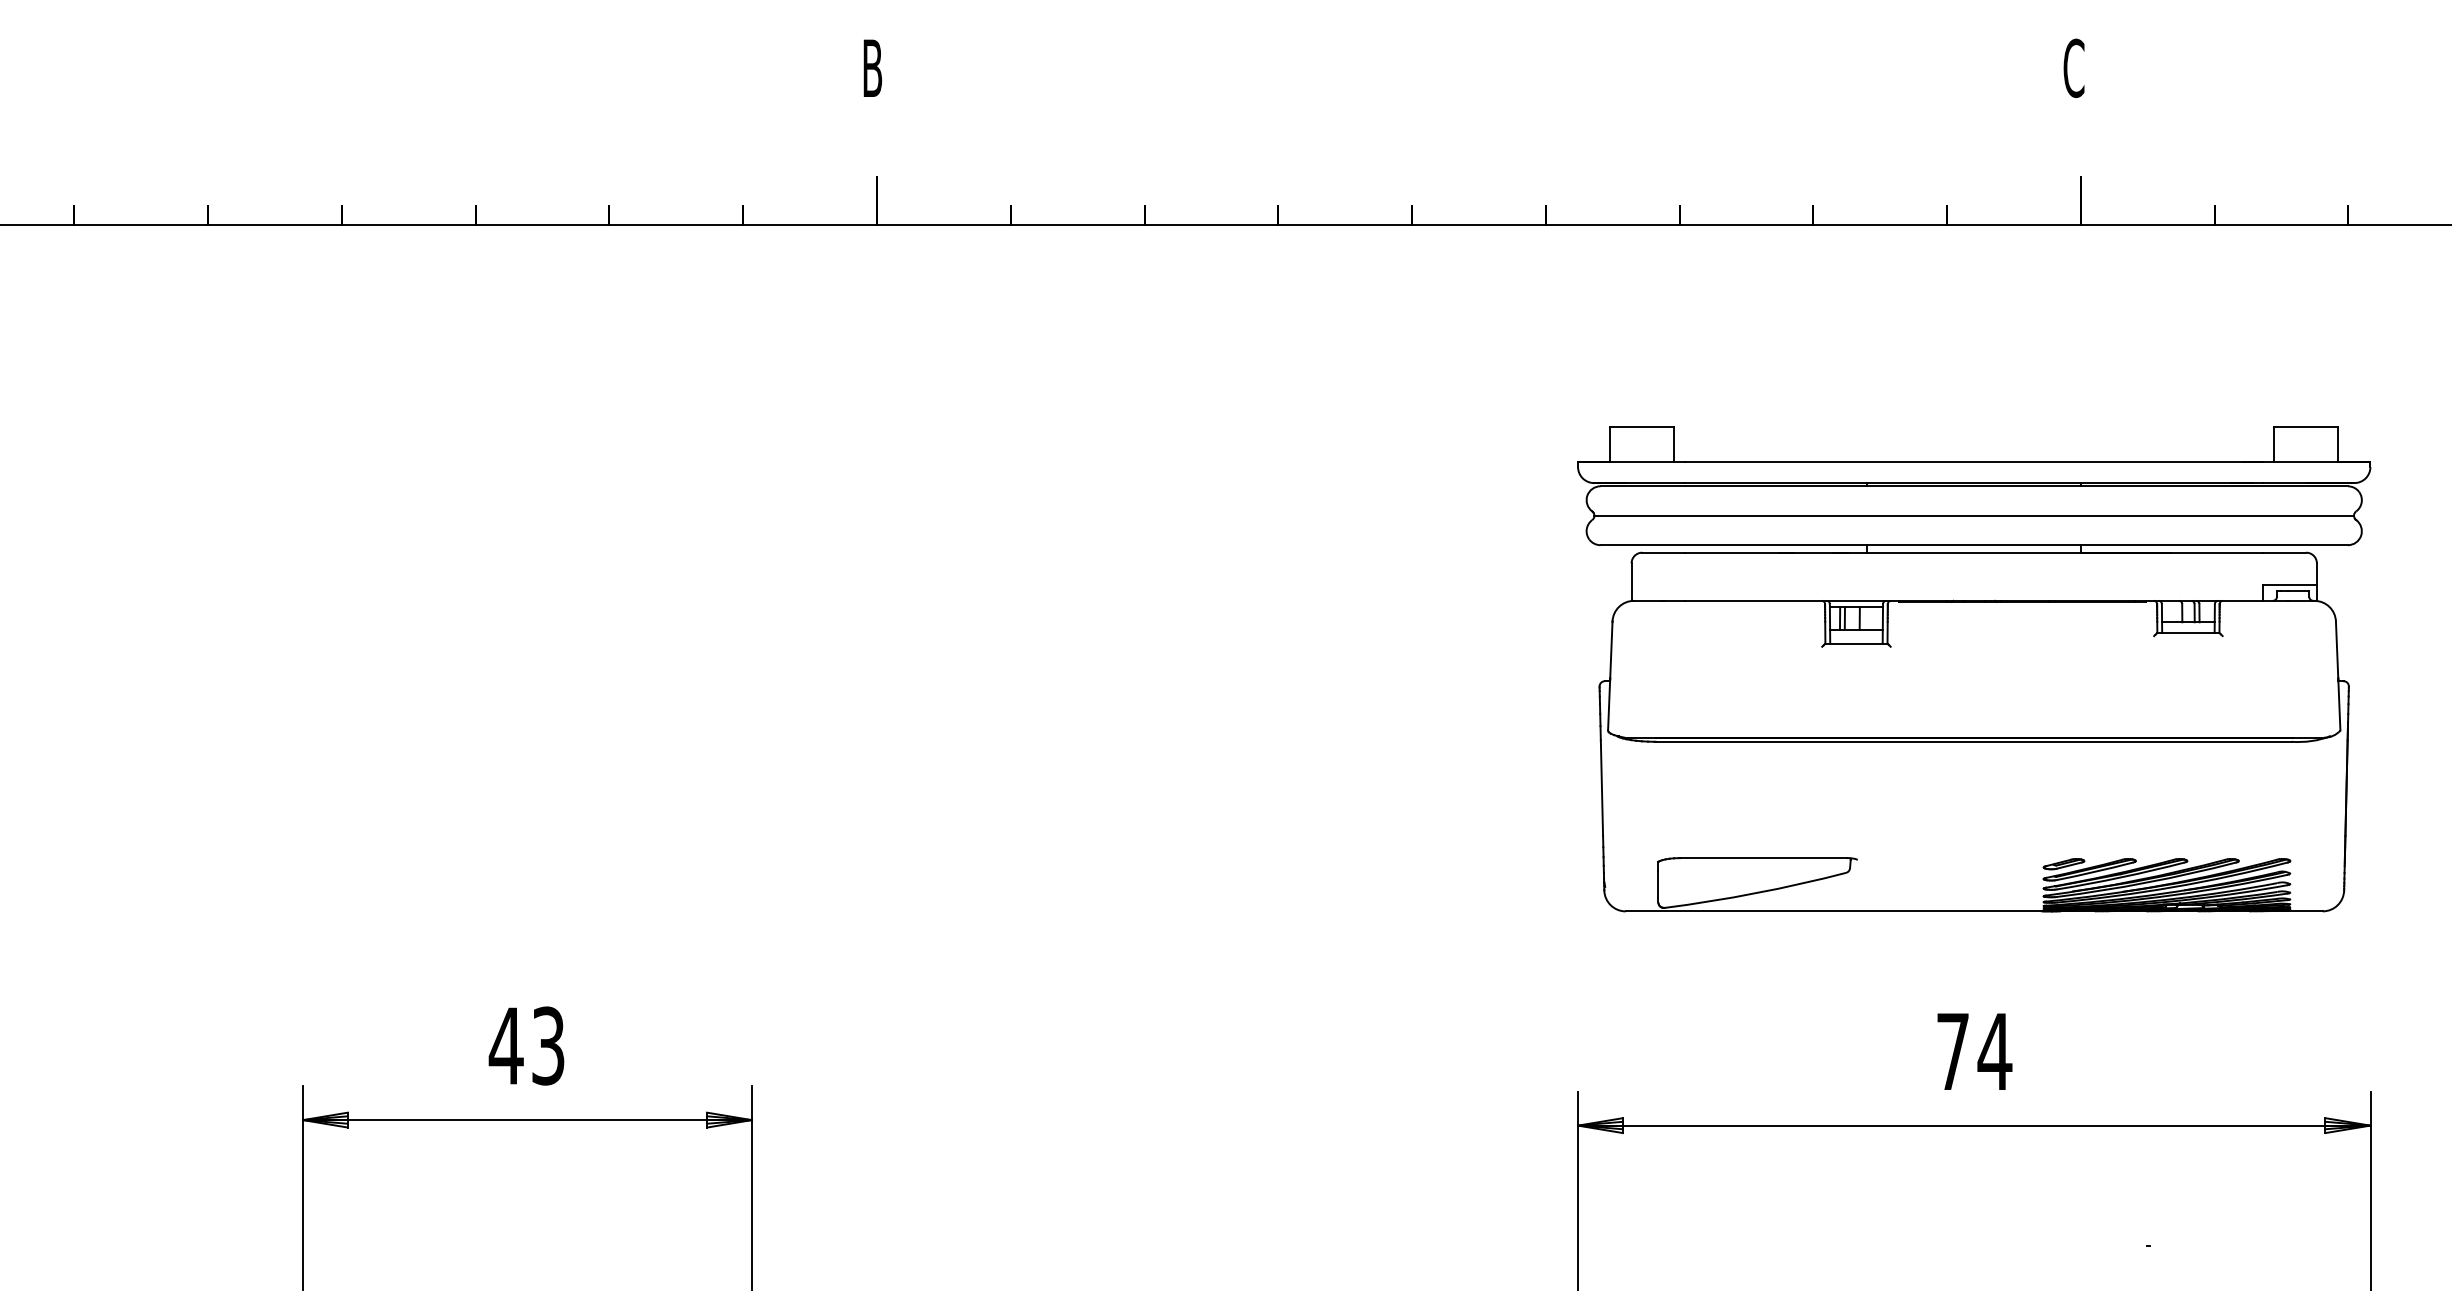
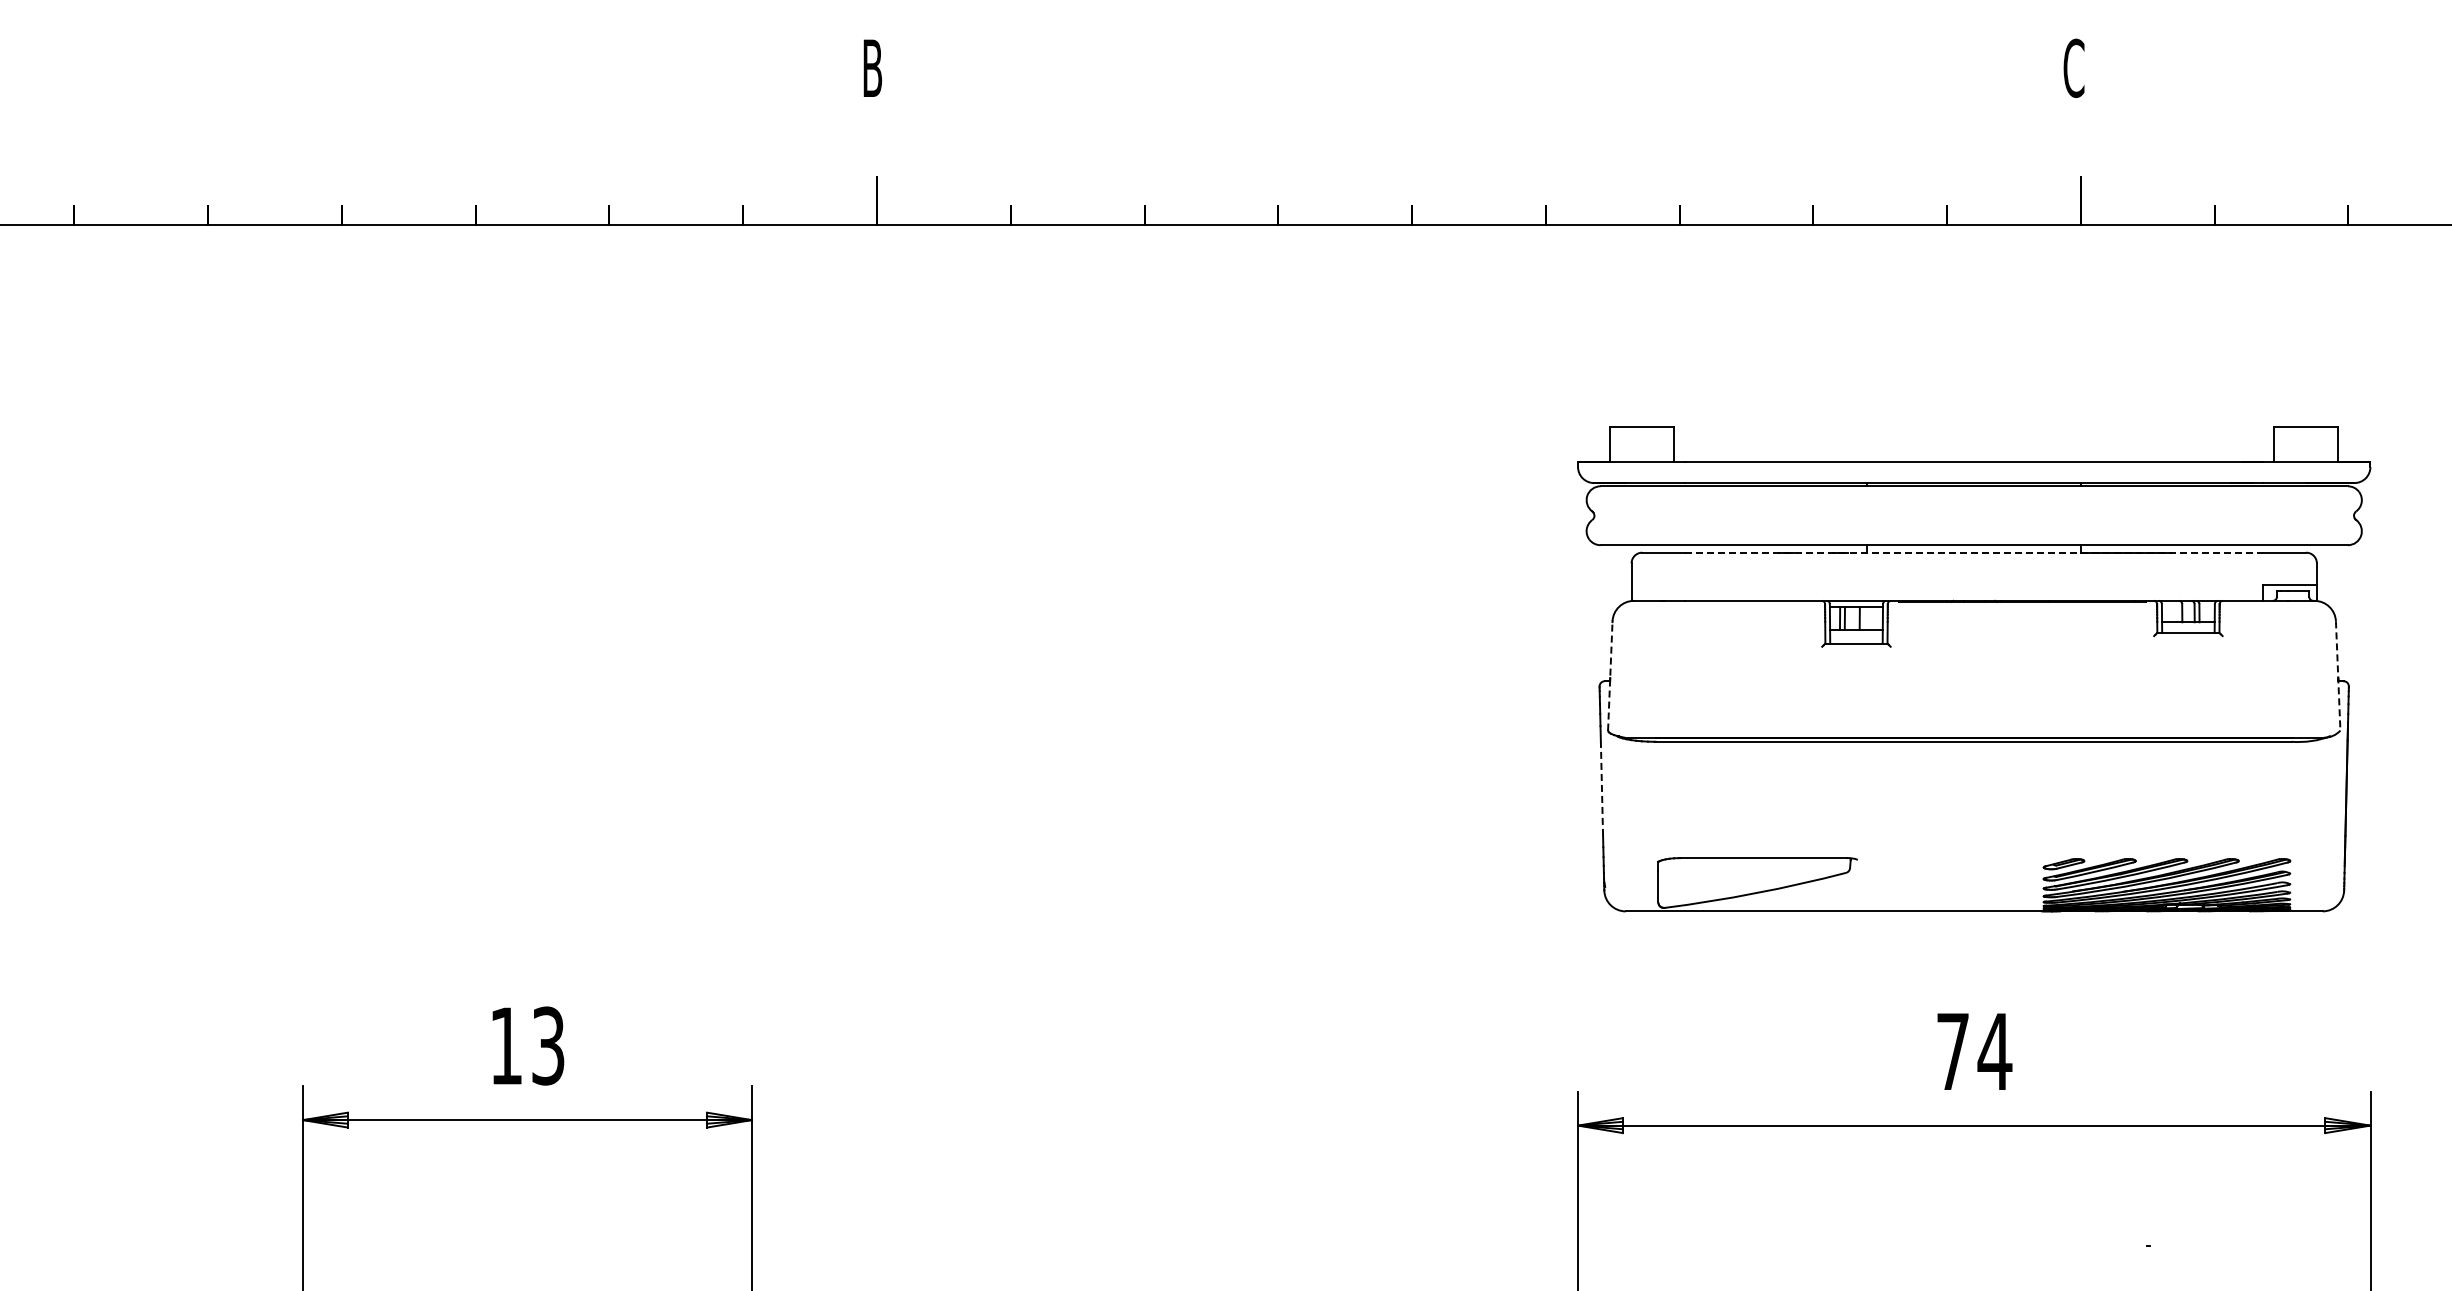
line at (1974, 515): present -> none
line at (1974, 552): solid -> dashed
line at (1610, 675): solid -> dashed
line at (2338, 675): solid -> dashed
line at (1601, 788): solid -> dashed
text at (505, 1045): 43 -> 13
